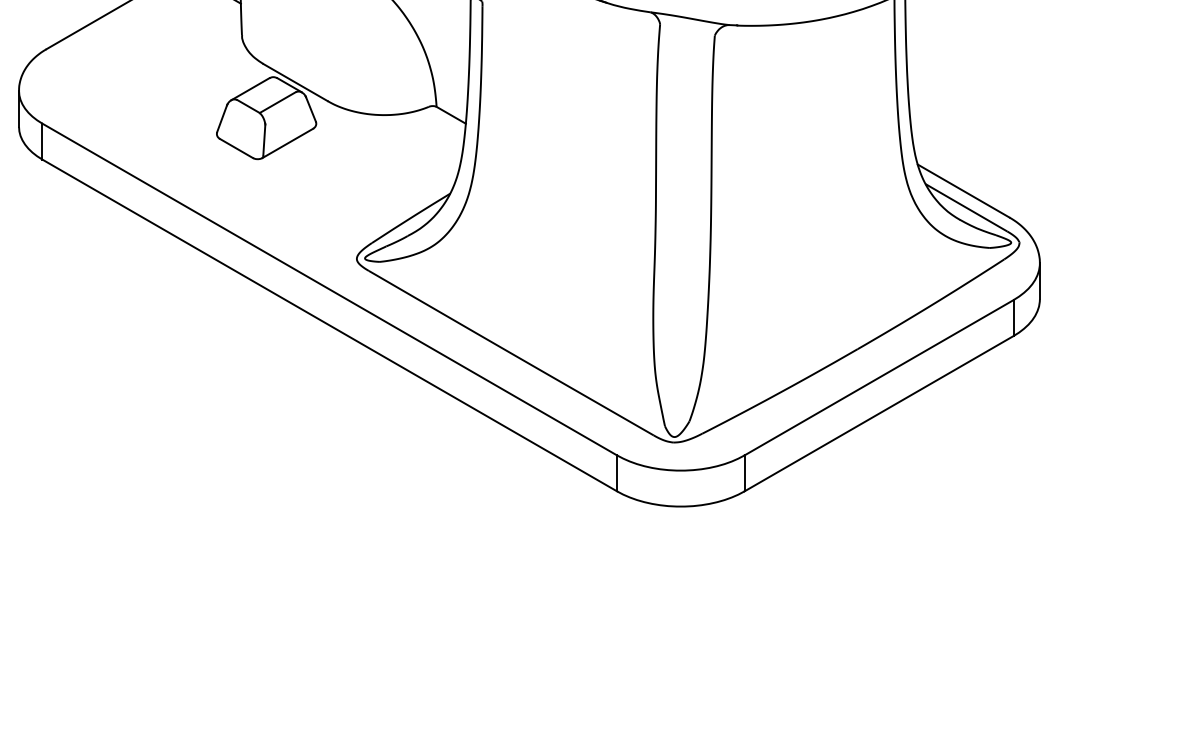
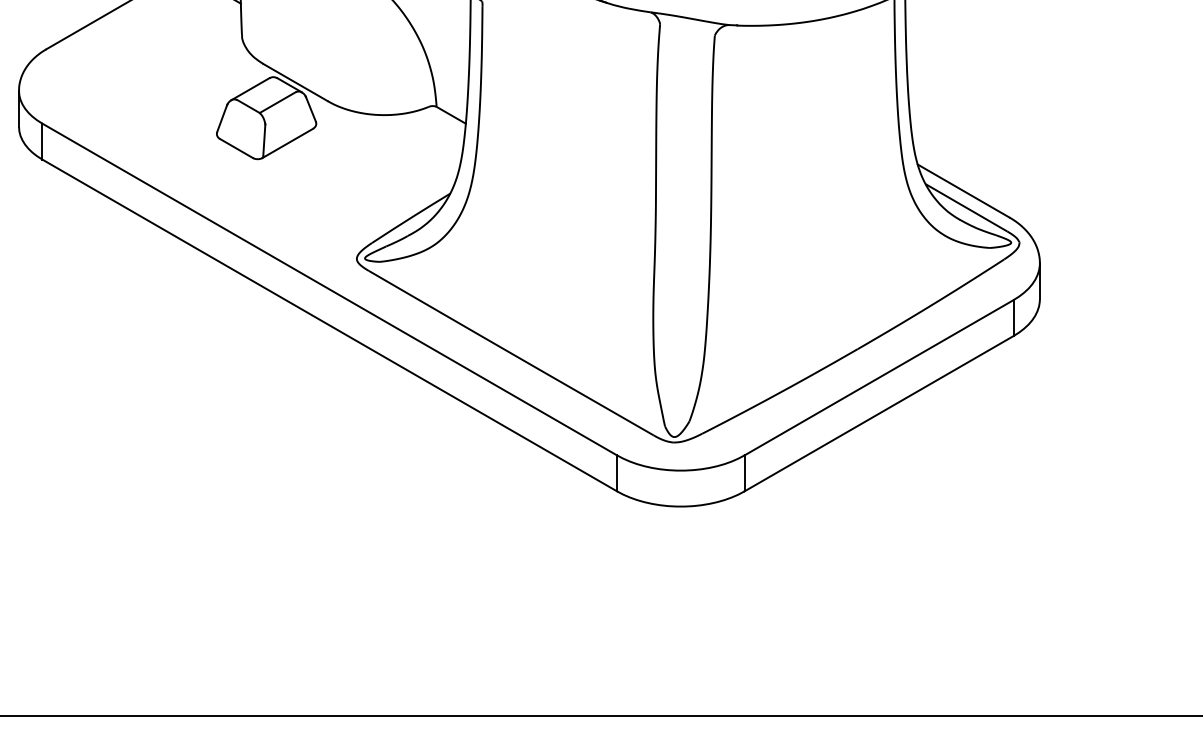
line at (600, 716): none -> present
